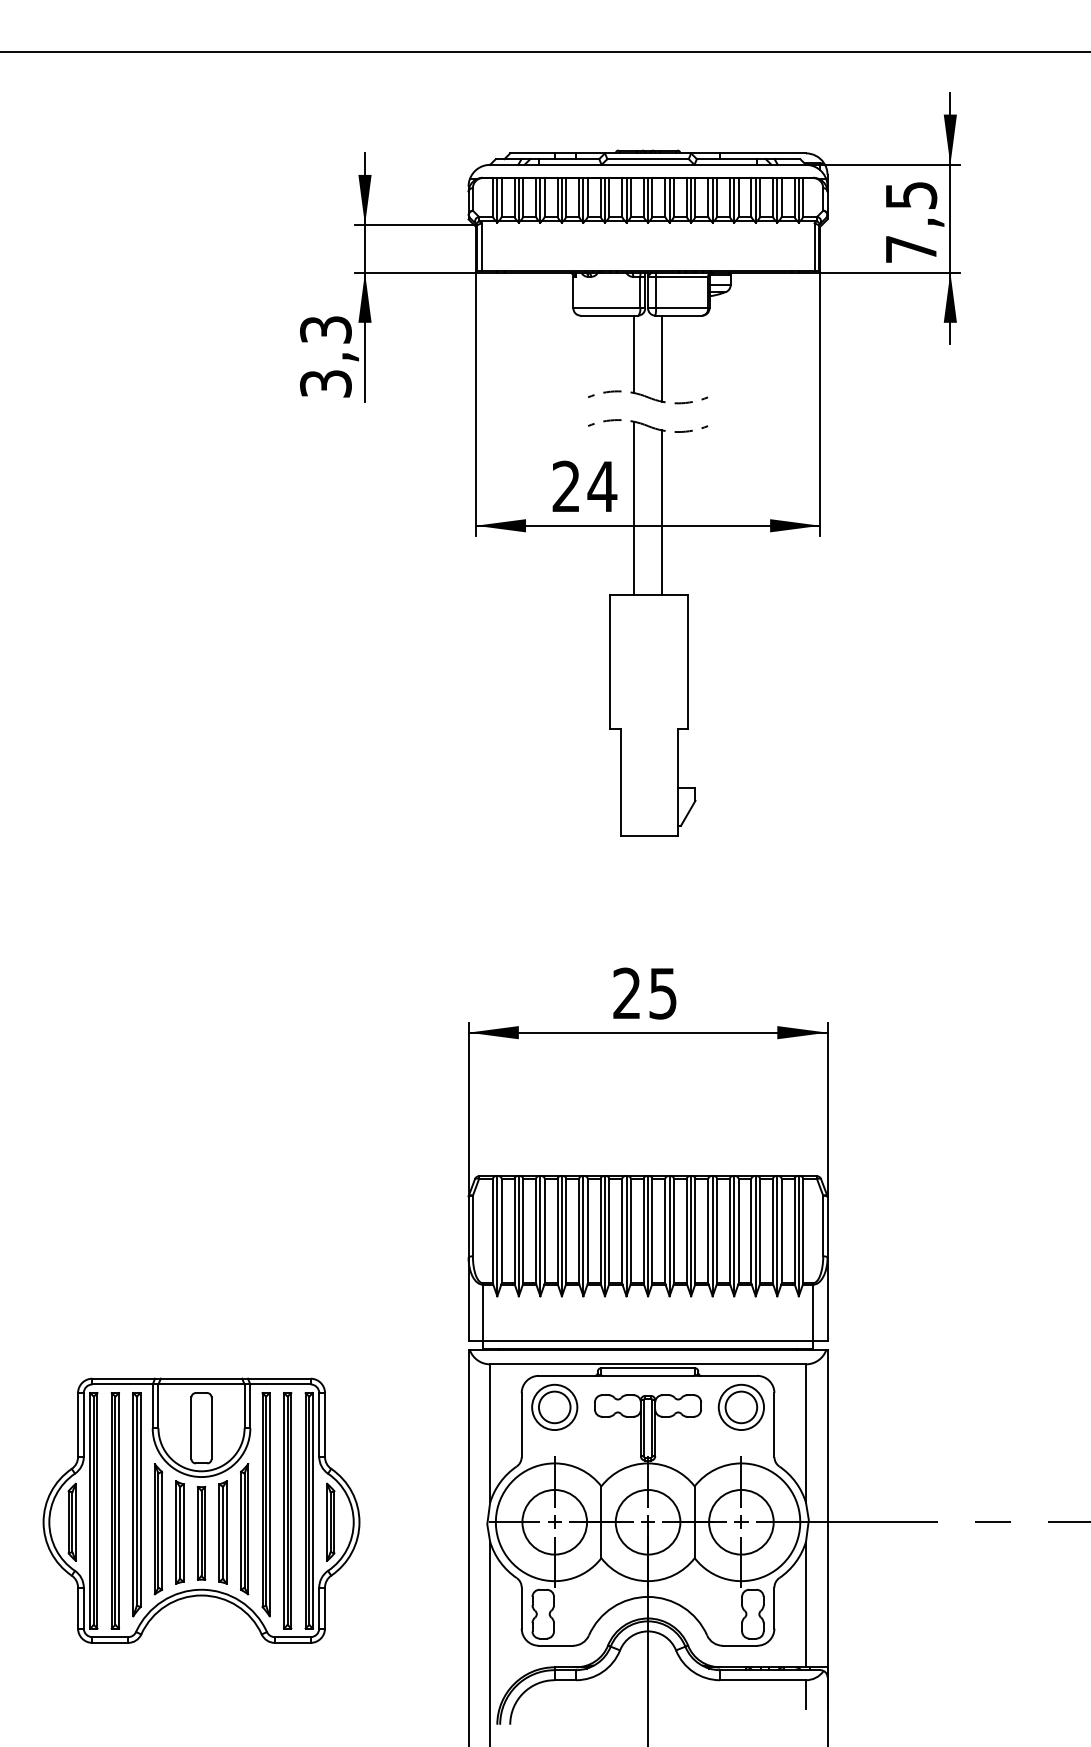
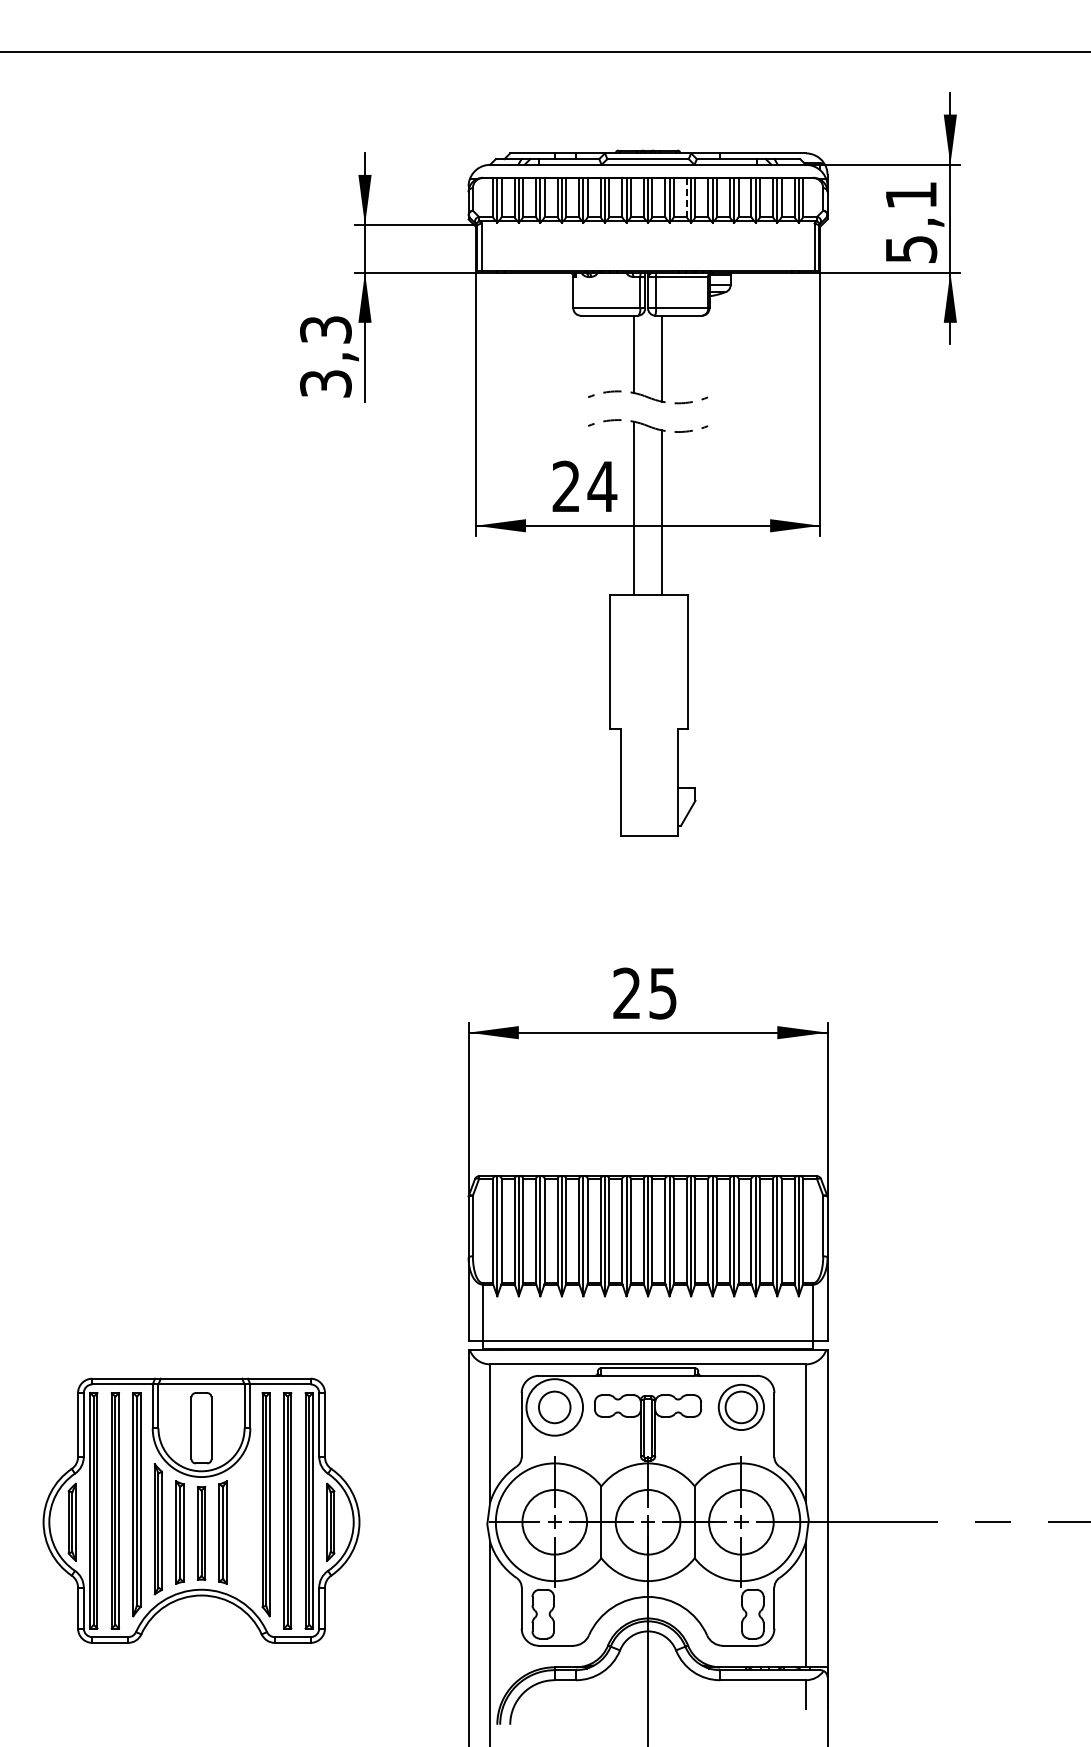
line at (686, 198): solid -> dashed
text at (911, 222): 7,5 -> 5,1
circle at (554, 1407) diameter: 45 px -> 57 px
part at (244, 1529): present -> none
